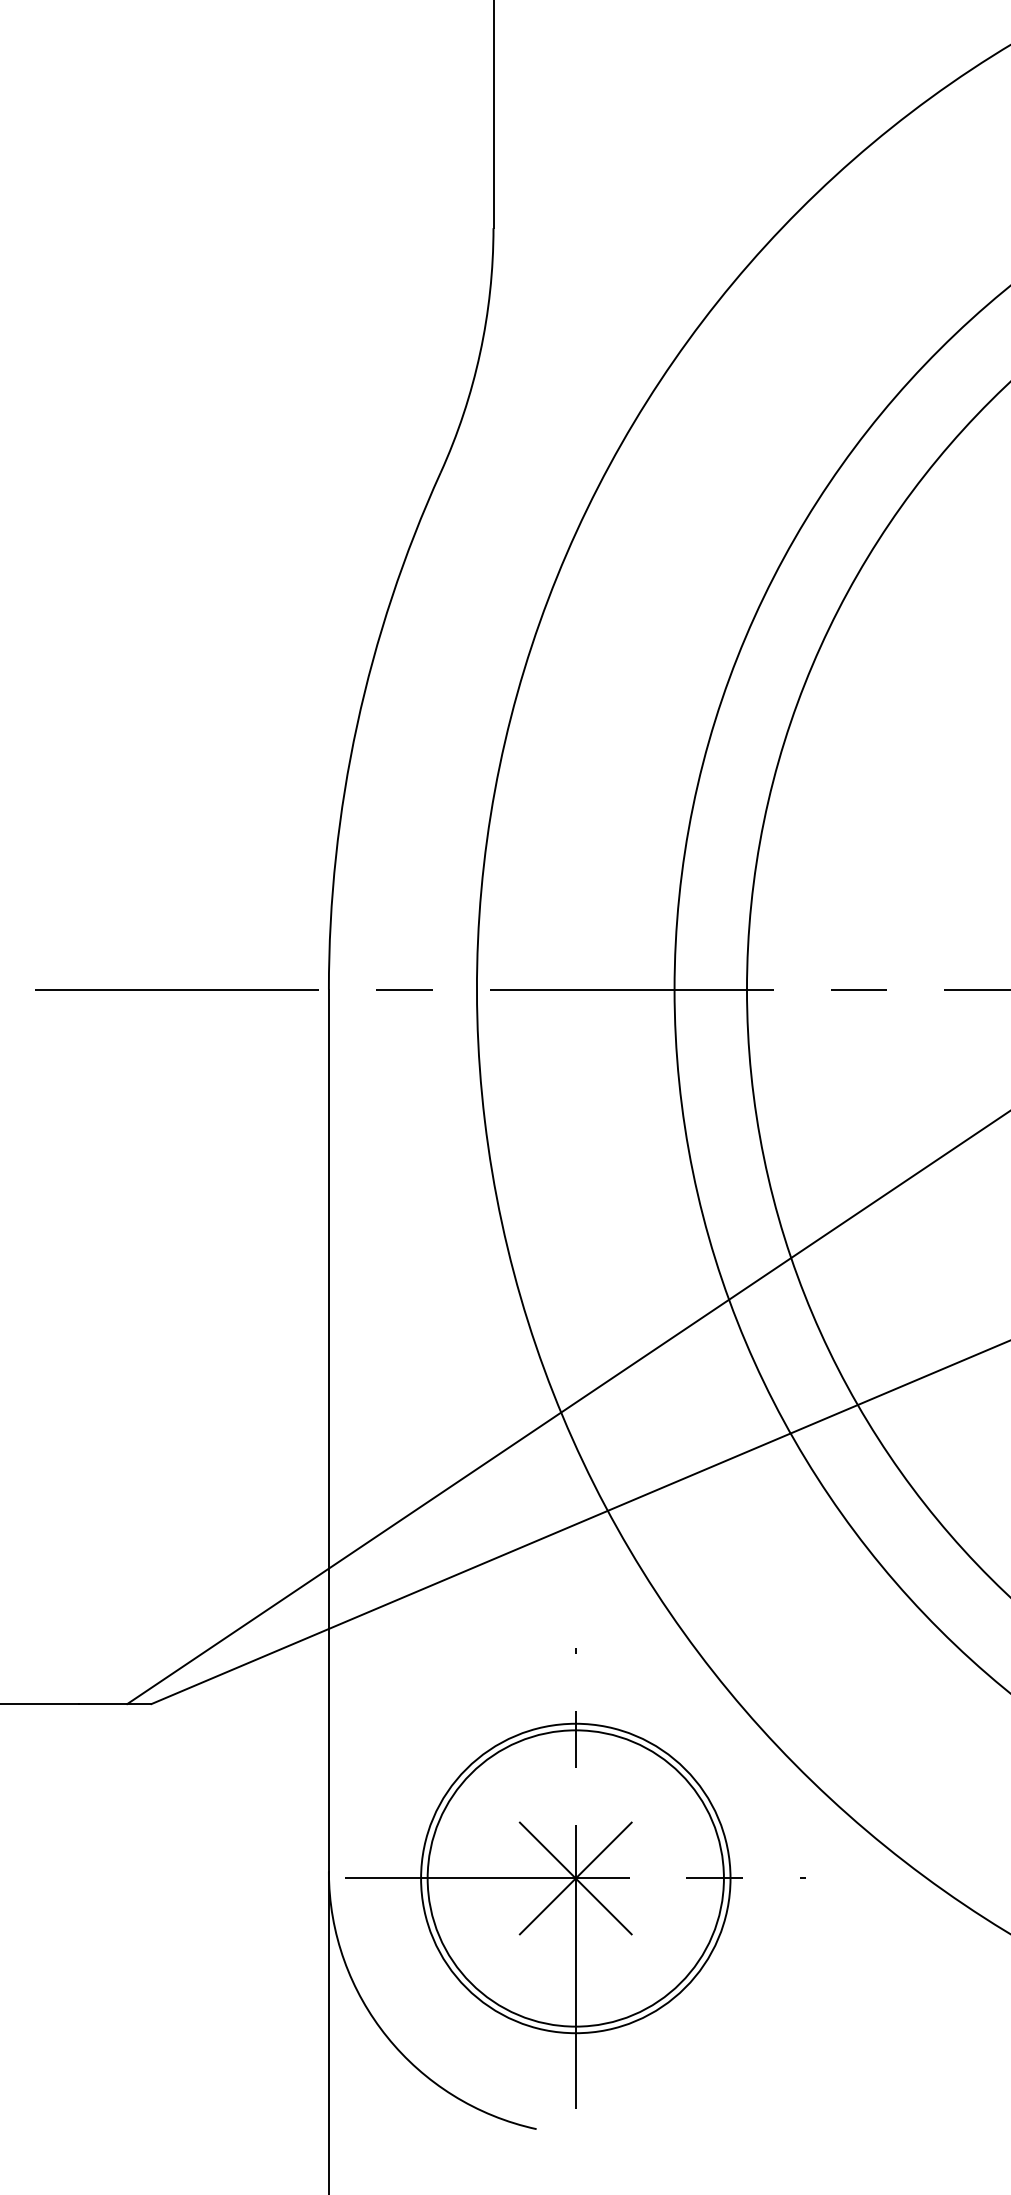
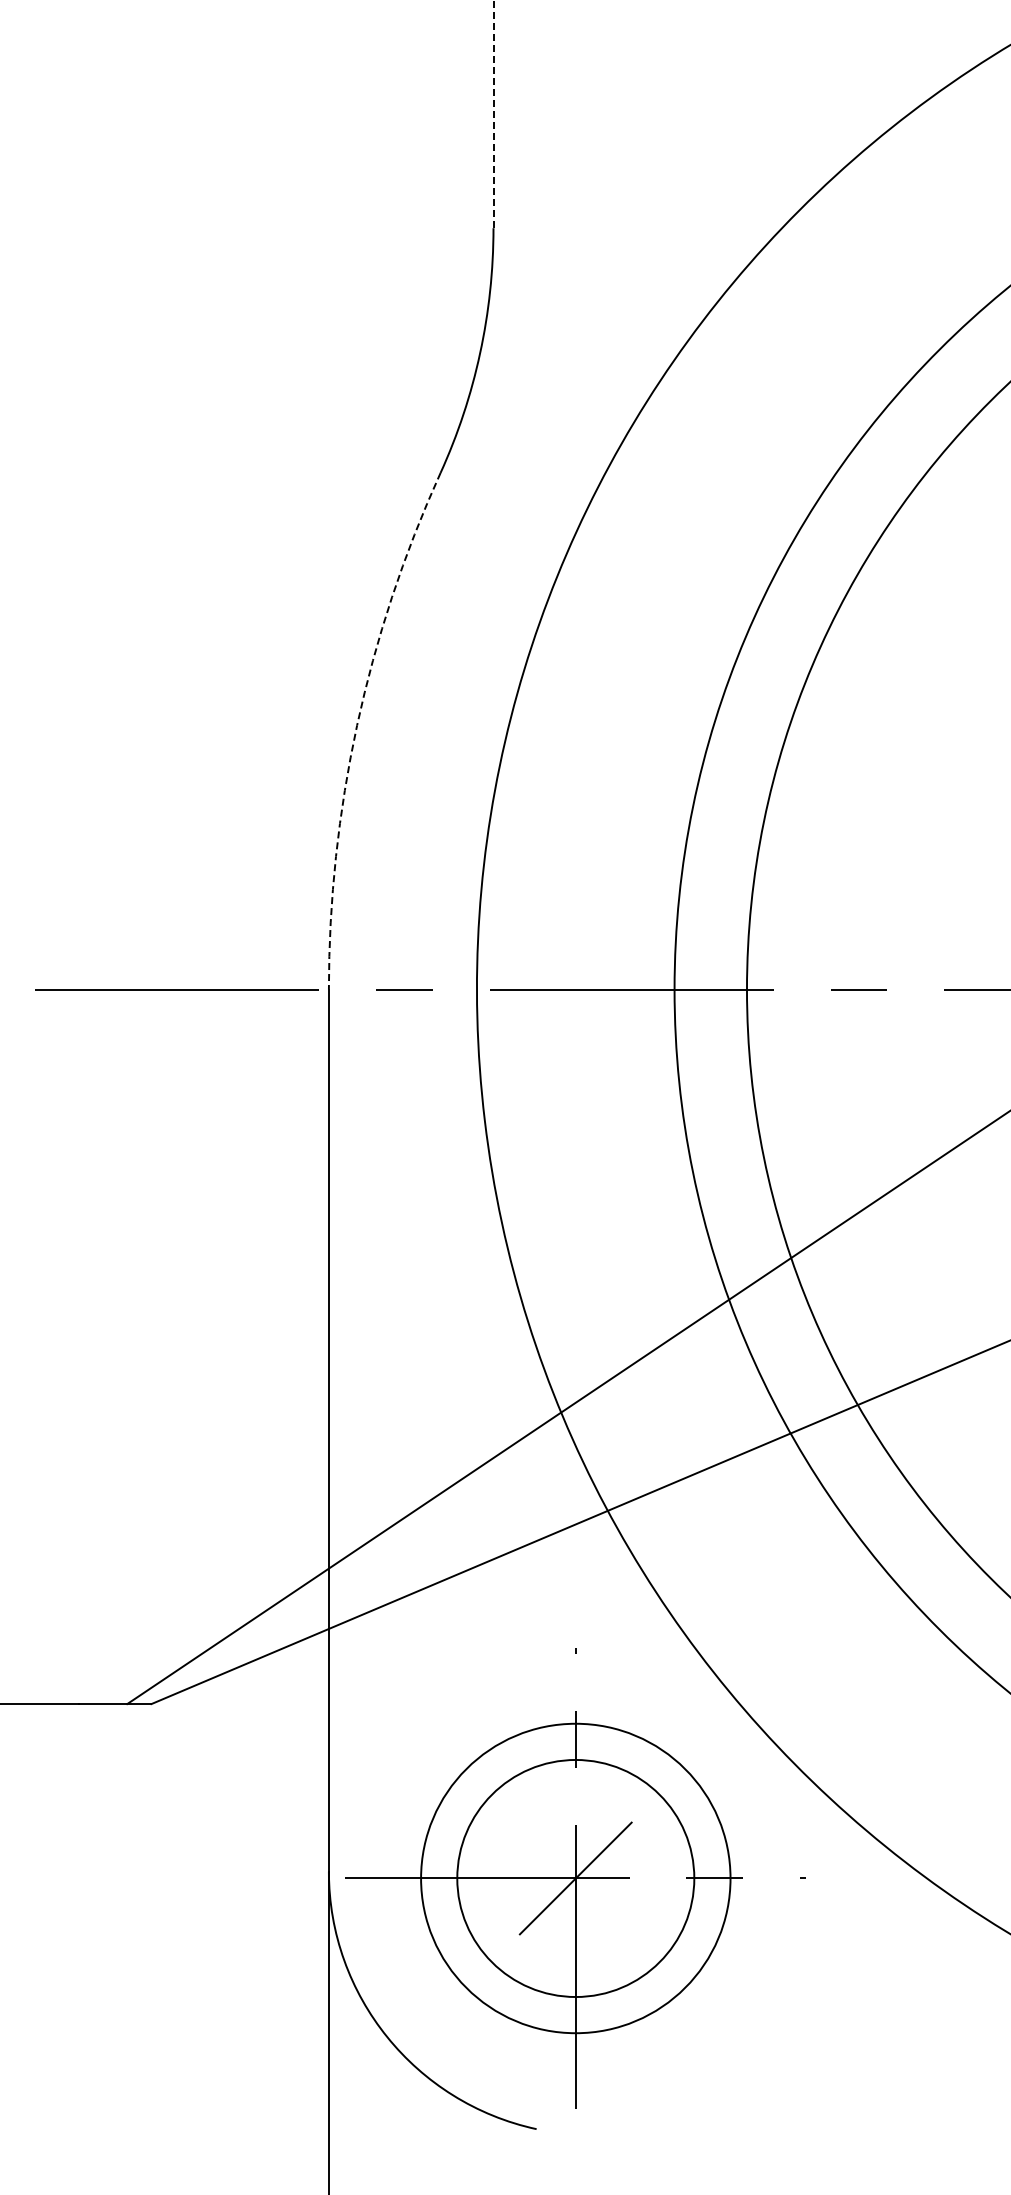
line at (493, 114): solid -> dashed
arc at (357, 725): solid -> dashed
circle at (575, 1878) diameter: 296 px -> 237 px
line at (575, 1878): present -> none
